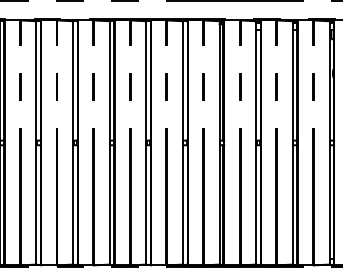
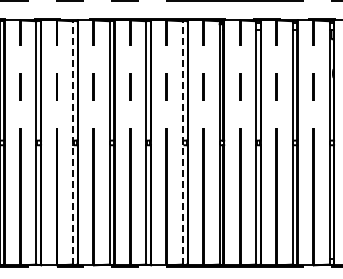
line at (73, 142): solid -> dashed
line at (182, 142): solid -> dashed
